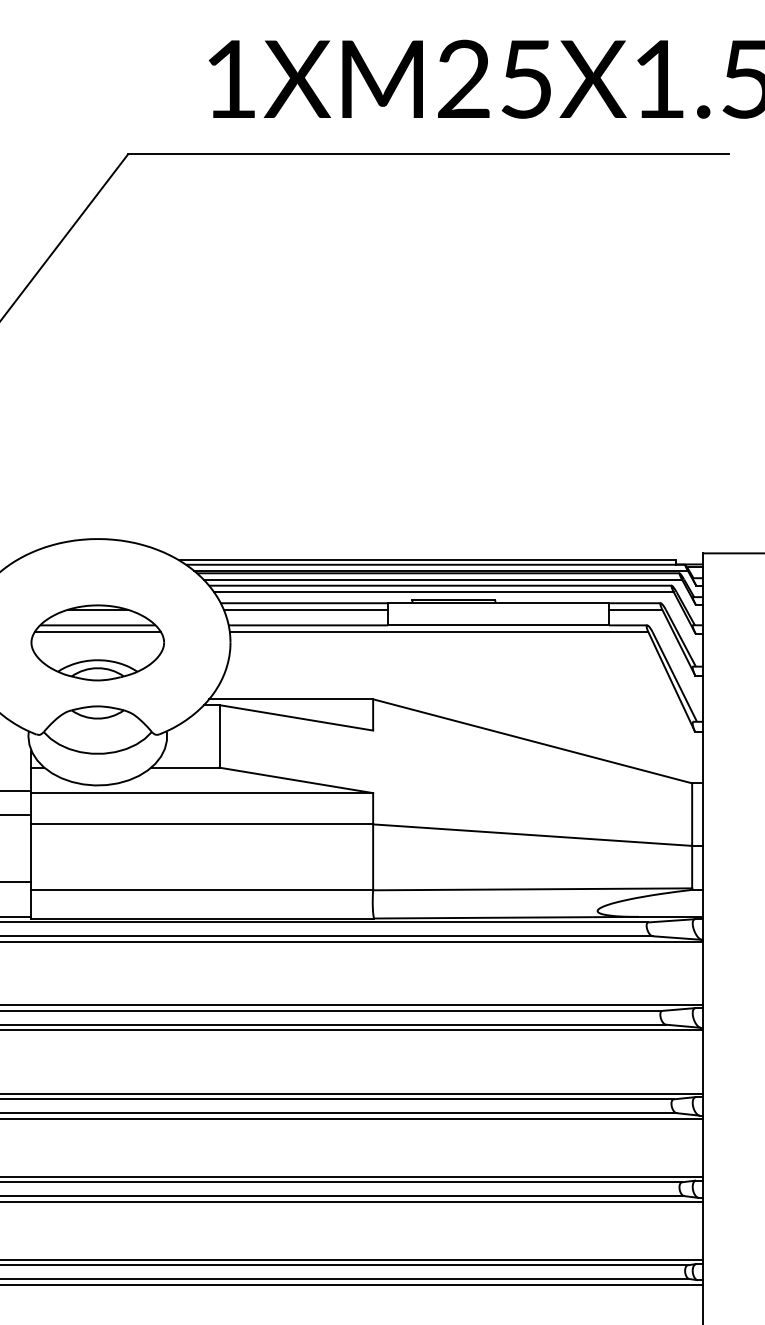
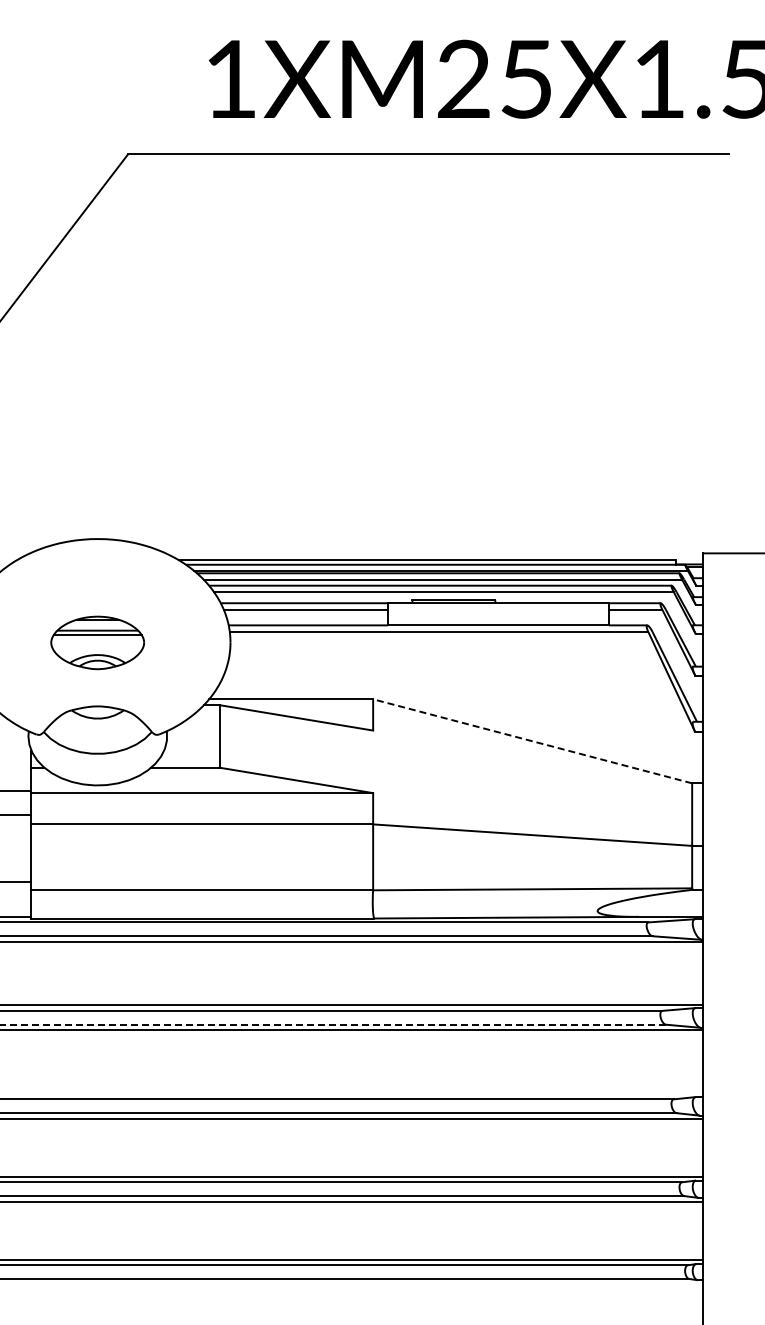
part at (97, 642) size: 135x78 px -> 95x56 px
line at (532, 741): solid -> dashed
line at (333, 1024): solid -> dashed
line at (352, 1093): present -> none
line at (352, 1284): present -> none
